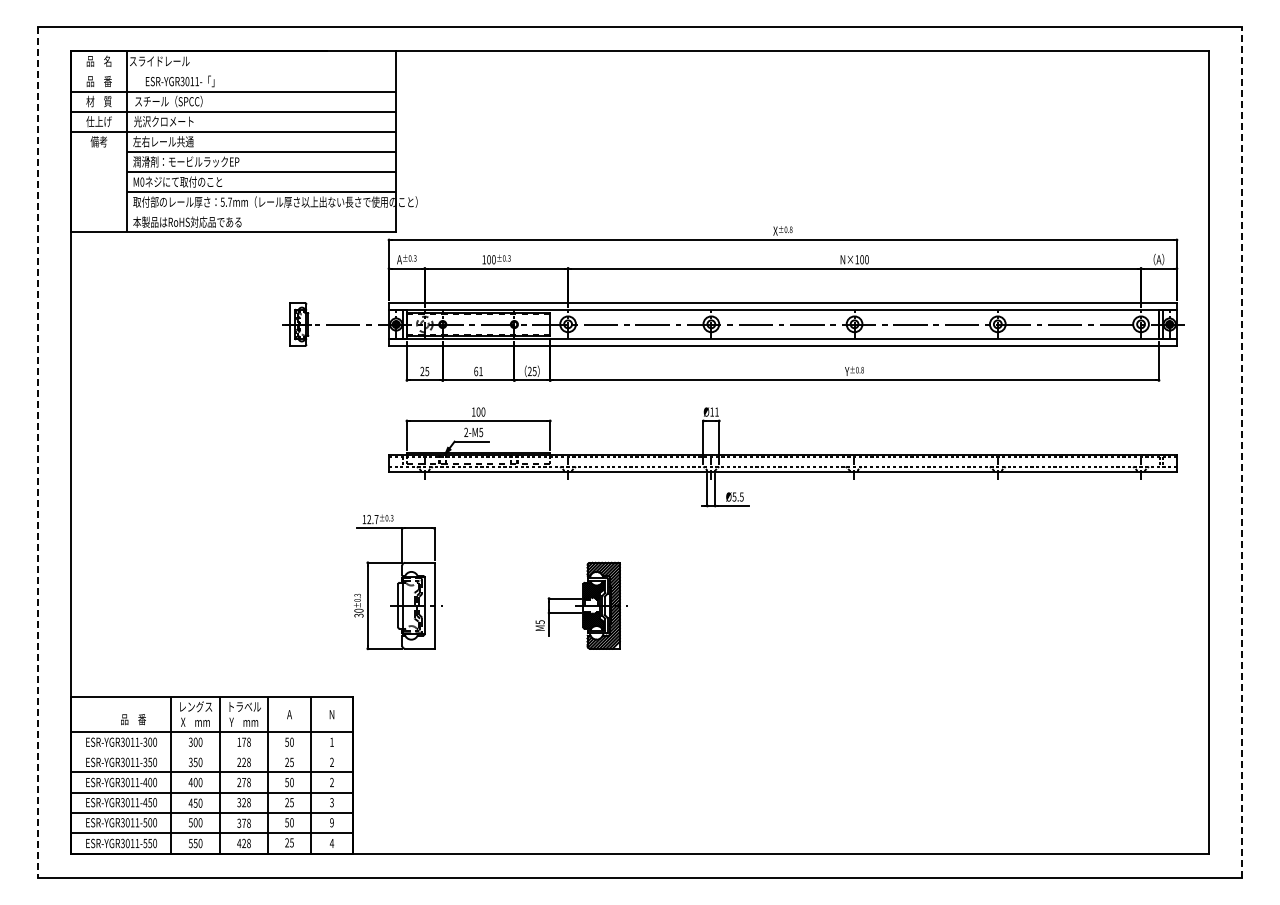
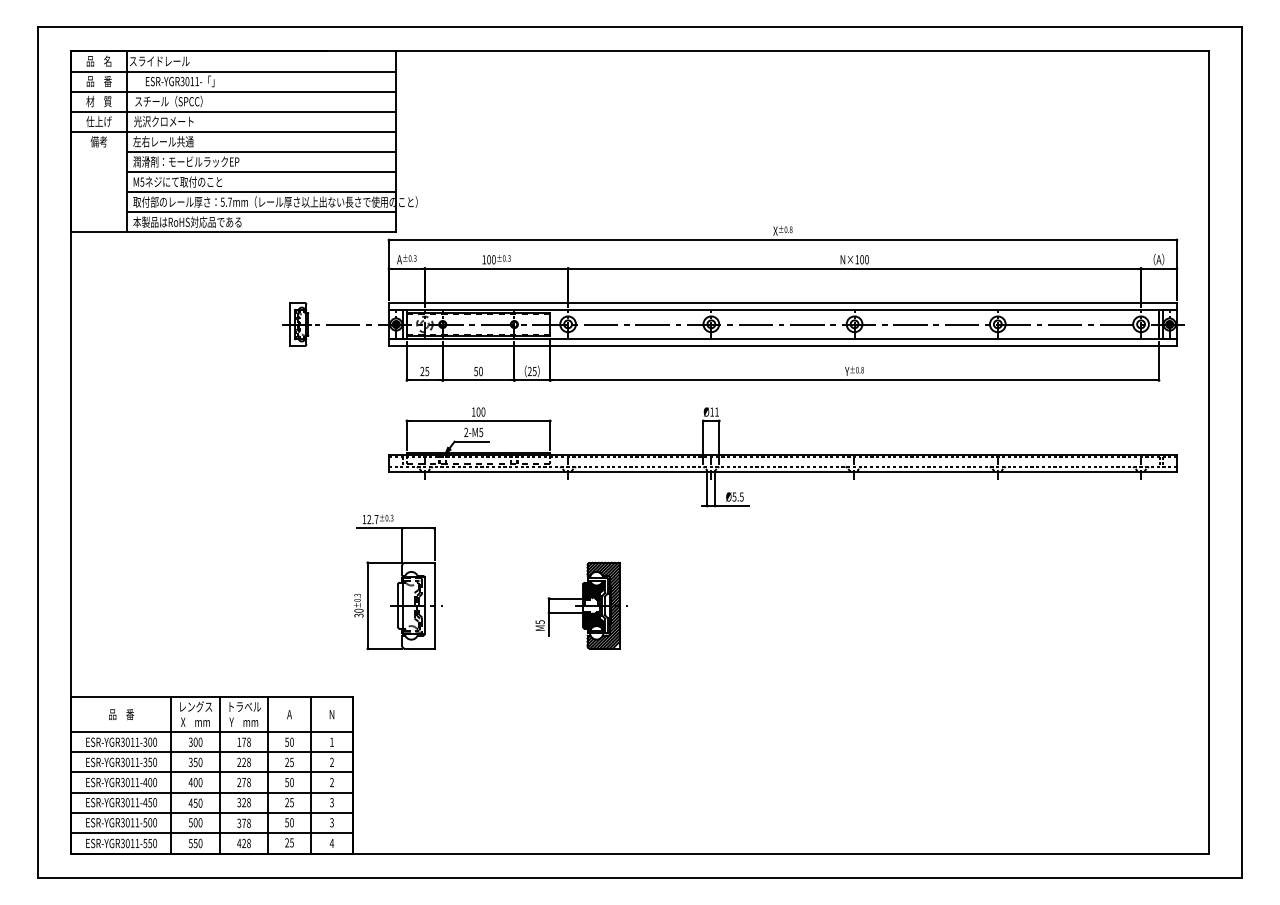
line at (233, 71): none -> present
text at (142, 181): M0 -> M5
line at (261, 212): none -> present
text at (478, 371): 61 -> 50
line at (38, 452): dashed -> solid
line at (1241, 452): dashed -> solid
text at (133, 719) position: (133, 719) -> (121, 714)
line at (212, 752): none -> present
text at (331, 822): 9 -> 3
